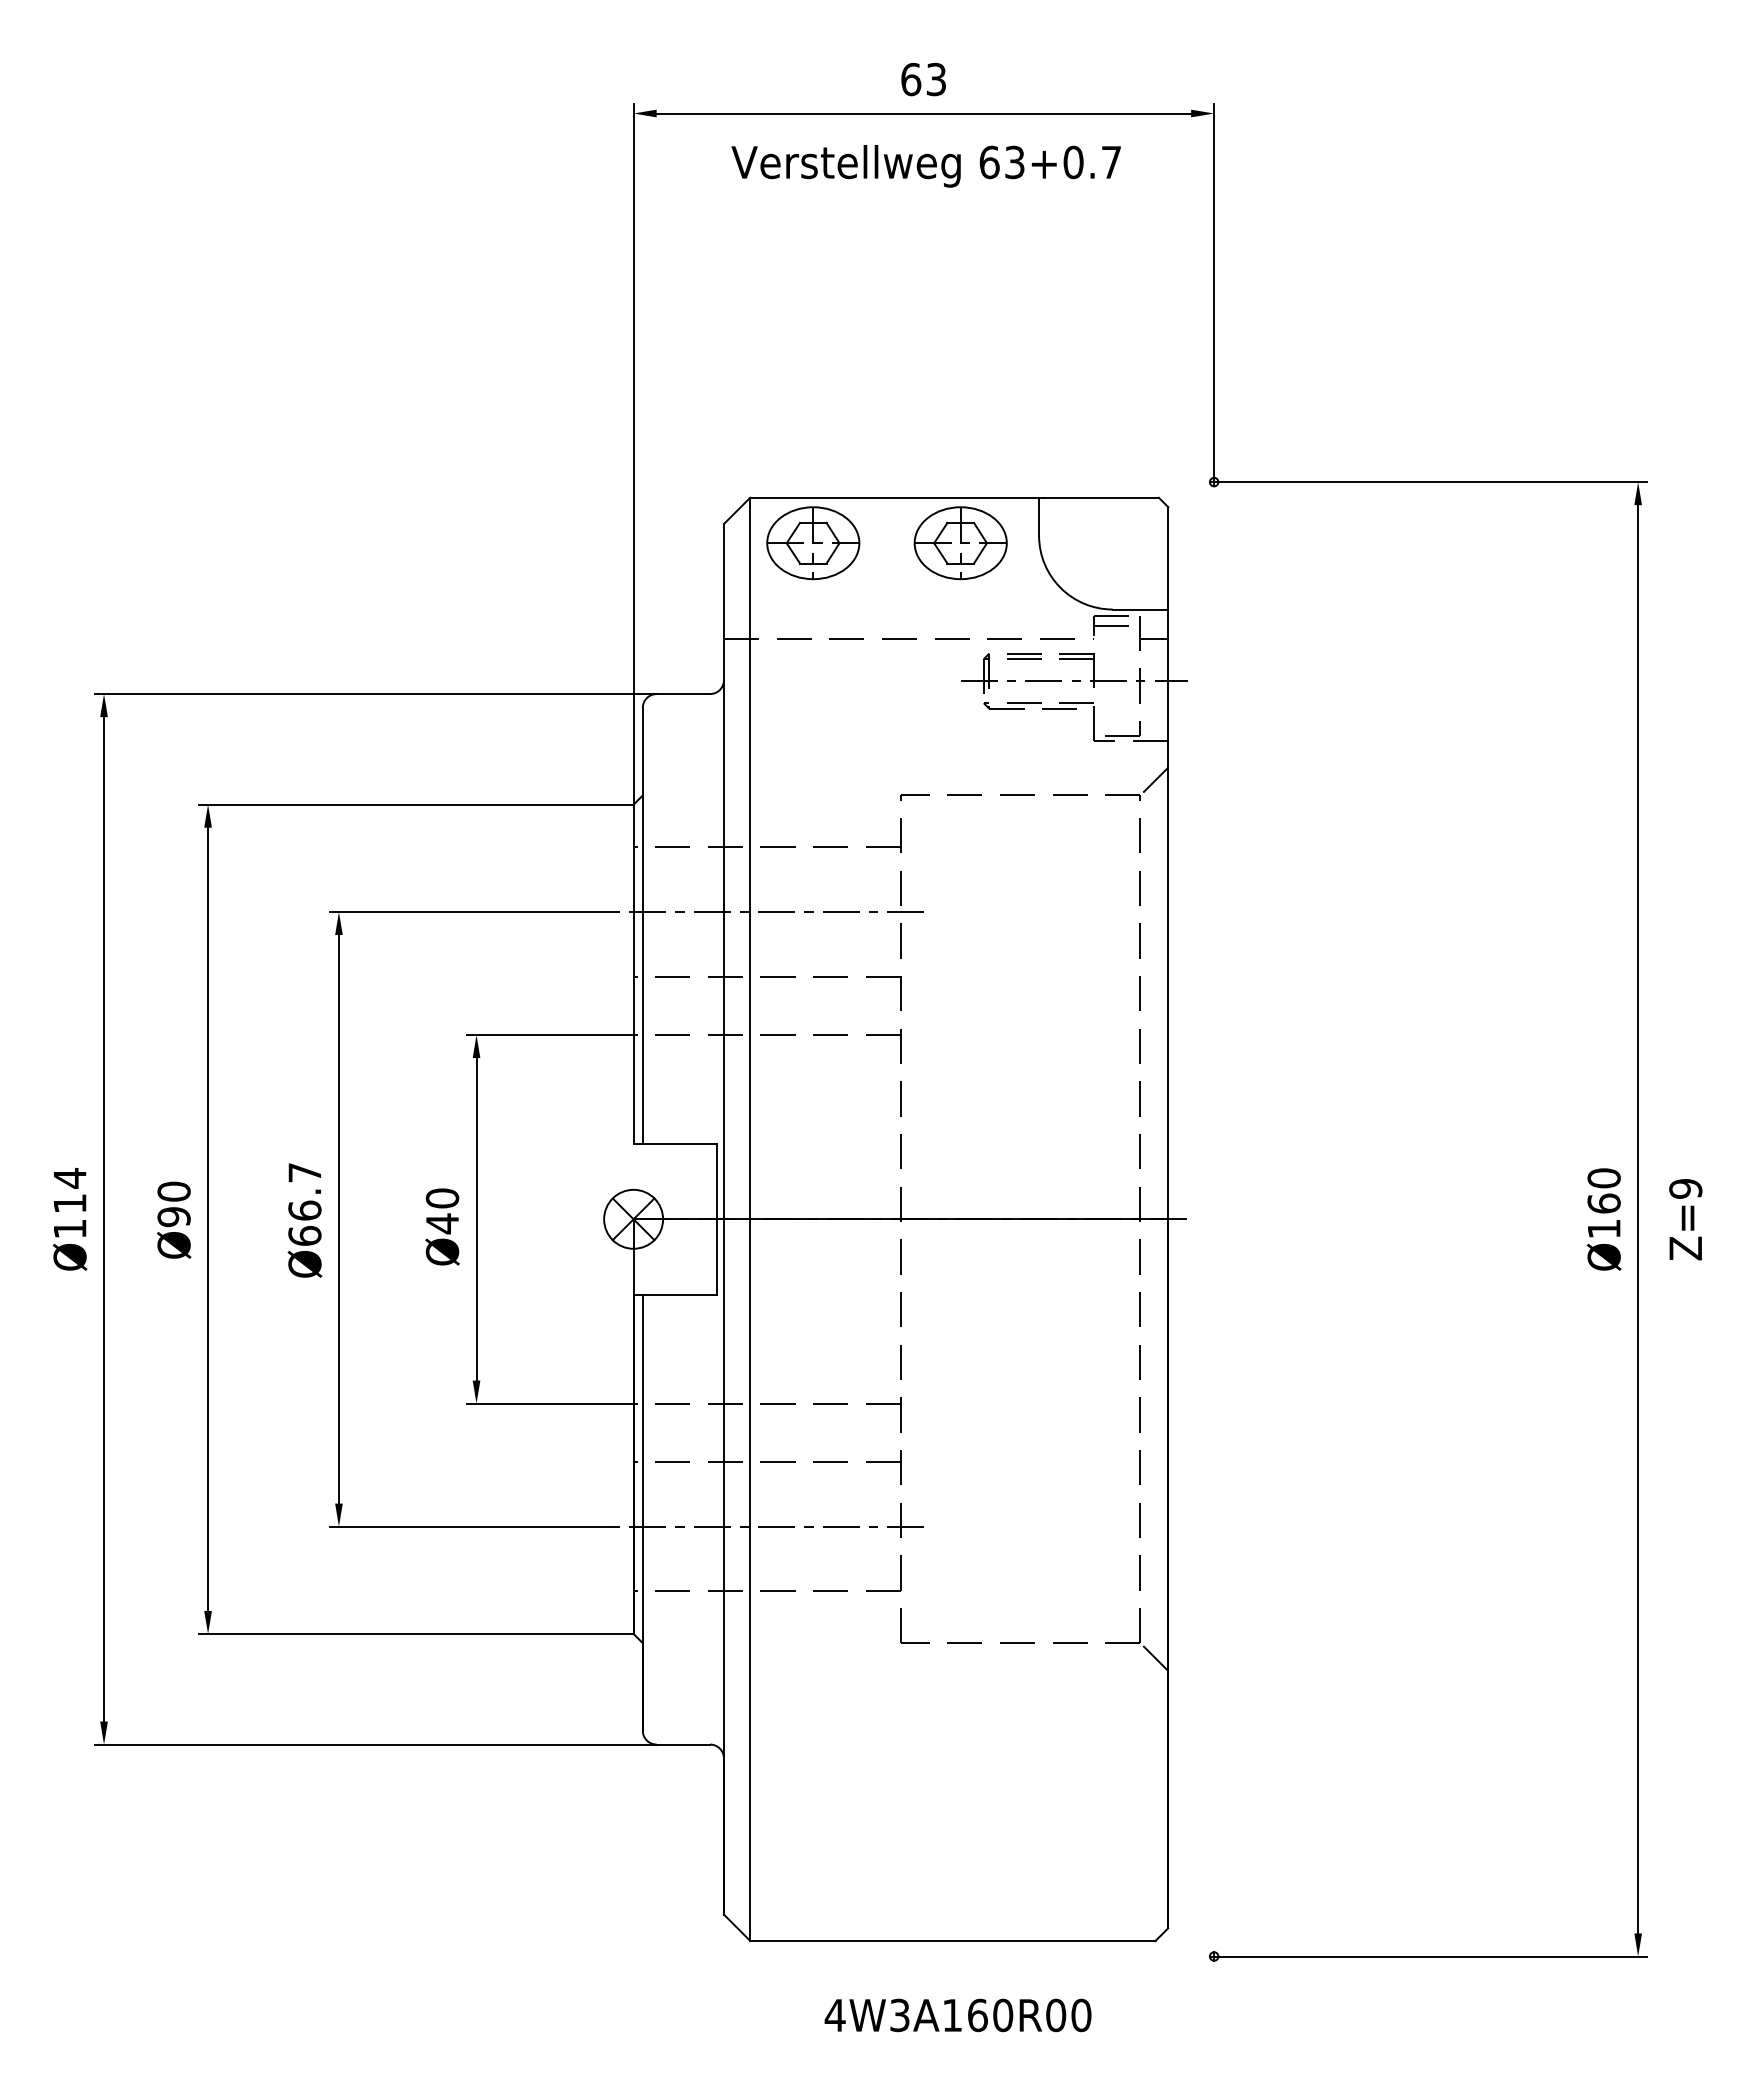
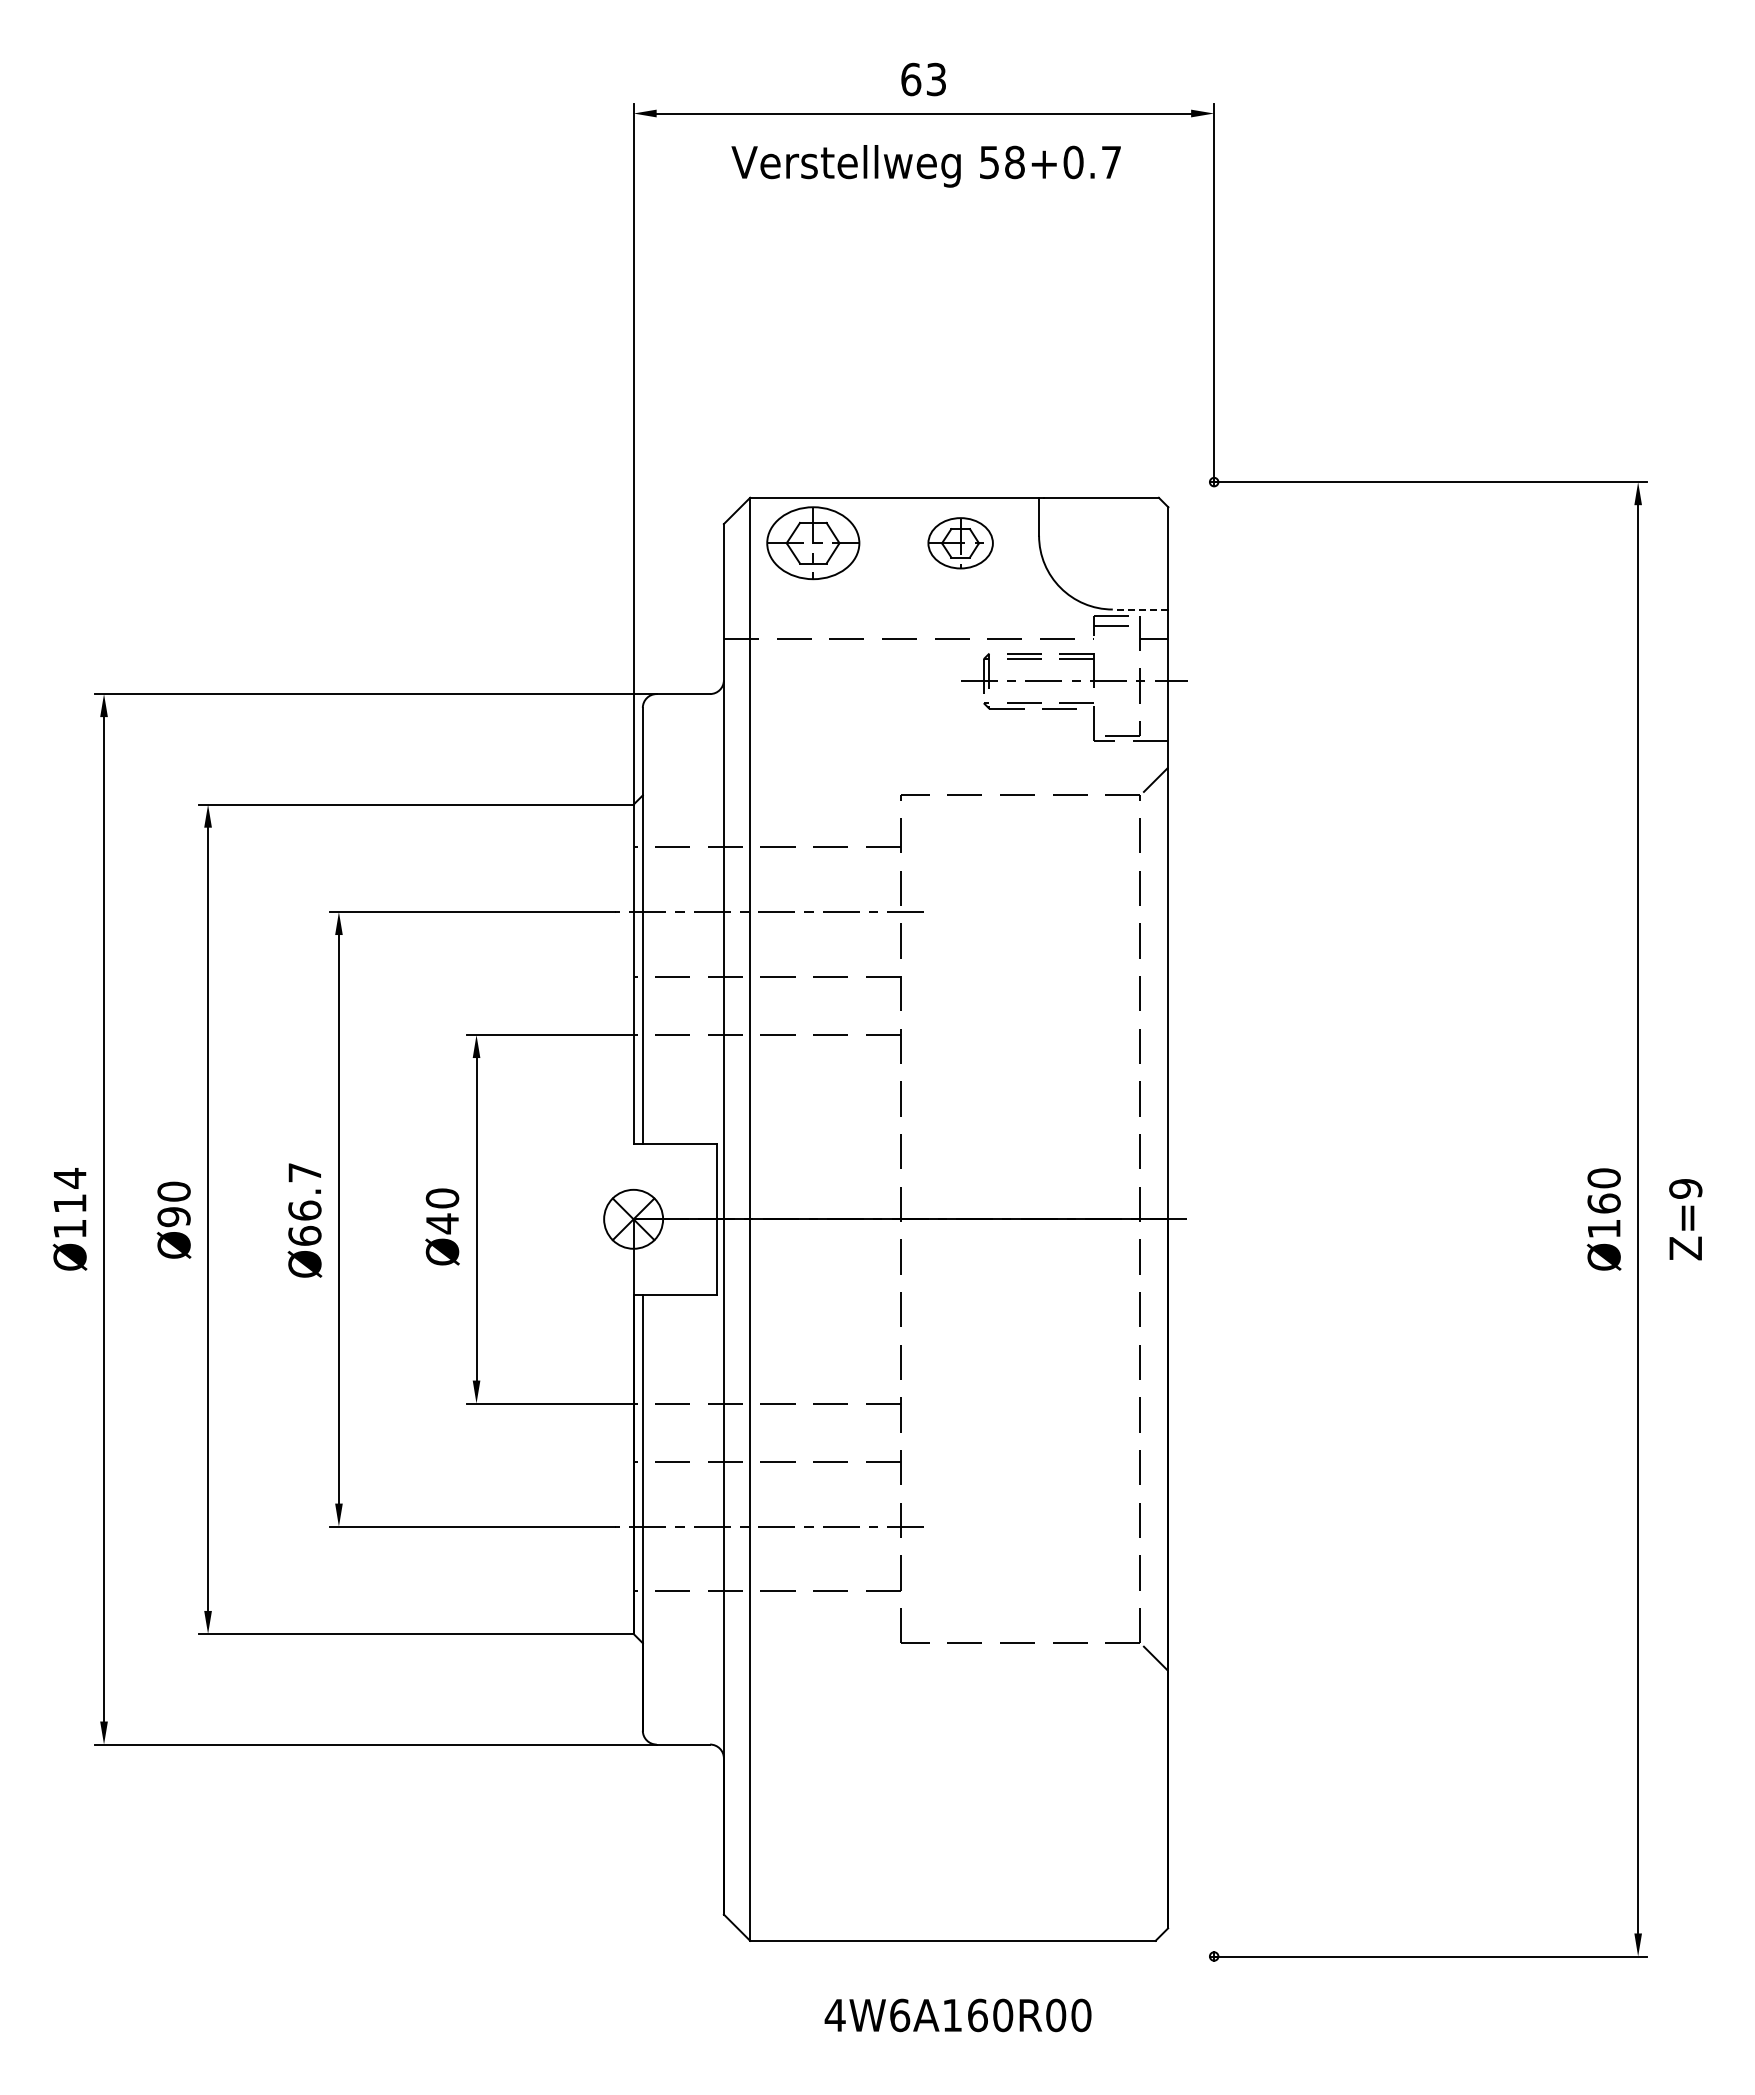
text at (1001, 162): 63+0.7 -> 58+0.7
part at (960, 543) size: 95x75 px -> 67x53 px
line at (1140, 609): solid -> dashed
text at (900, 2015): 4W3A160R00 -> 4W6A160R00
